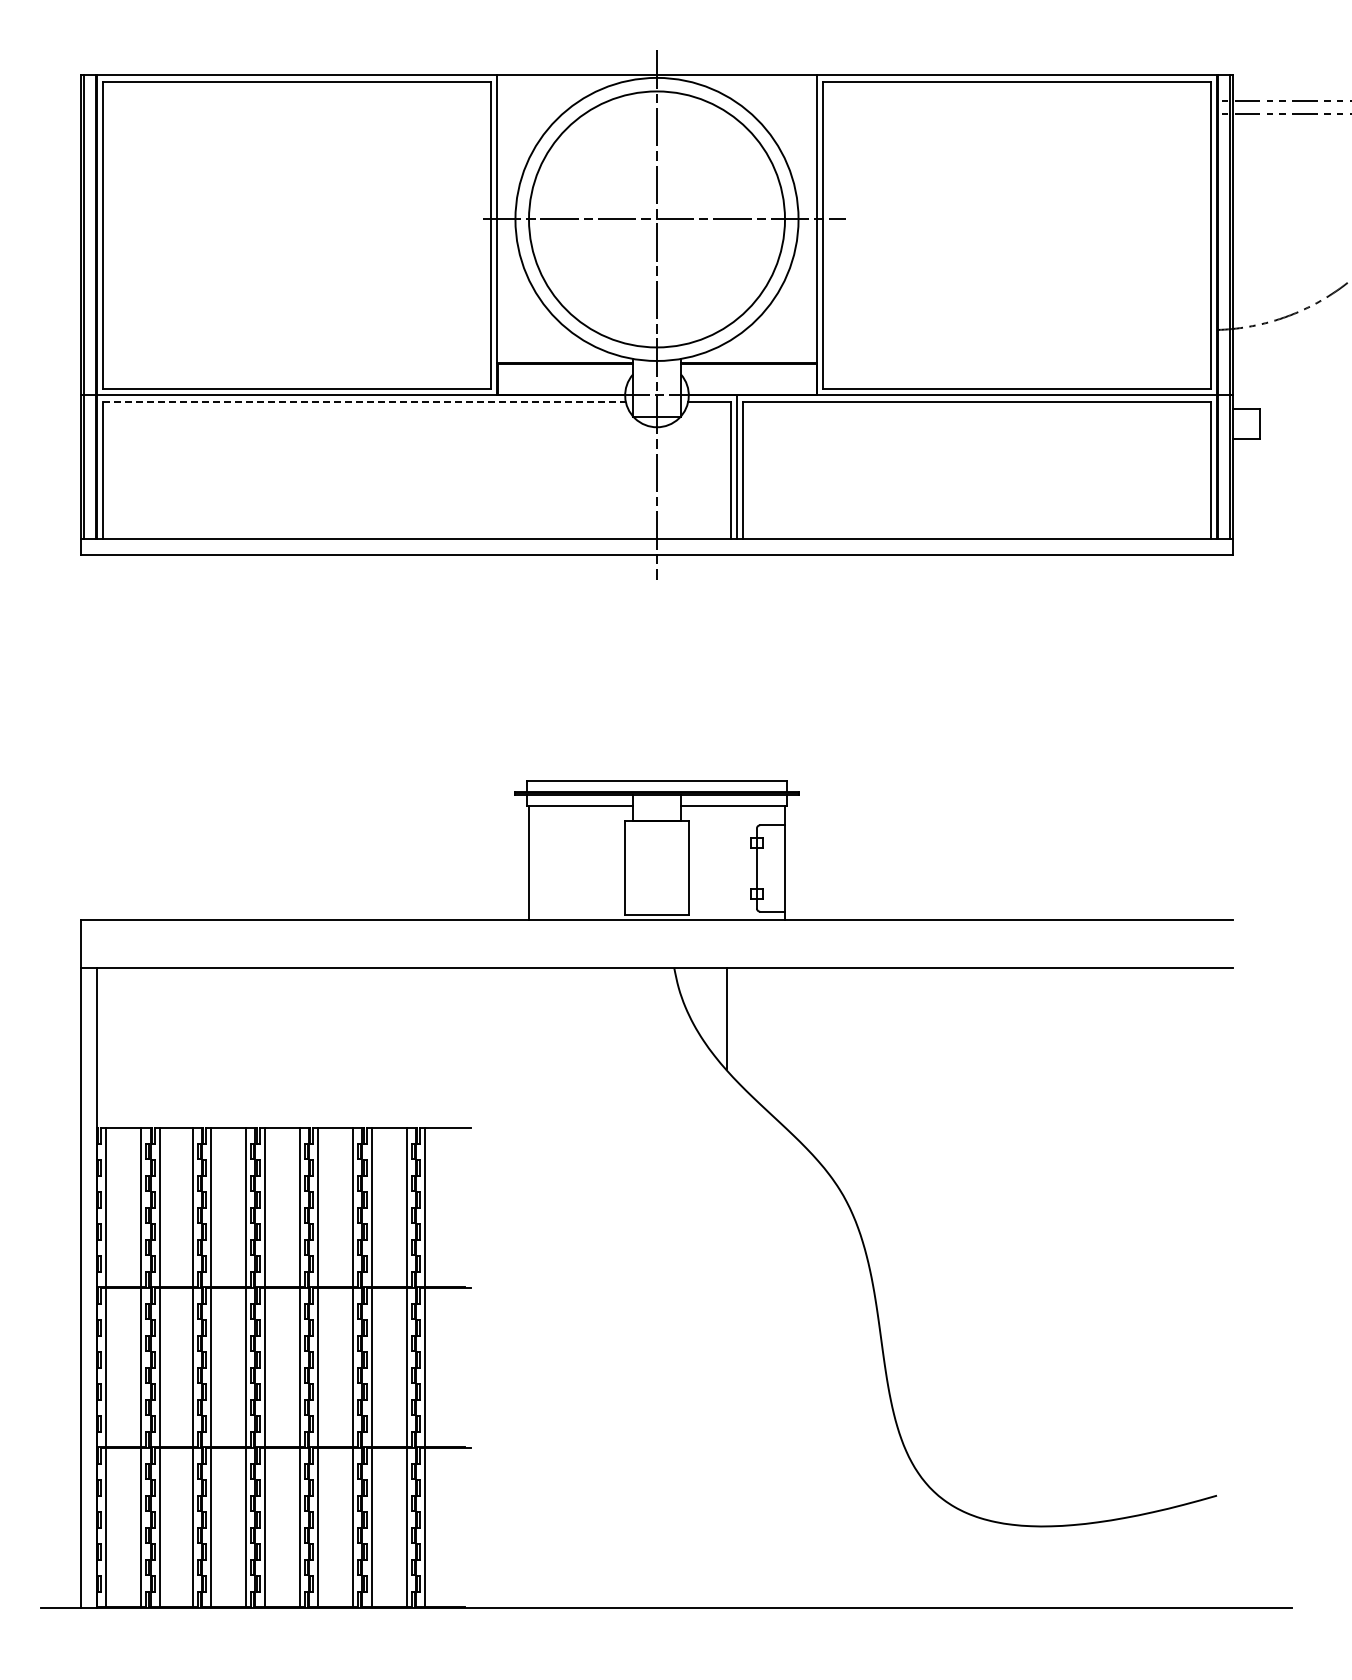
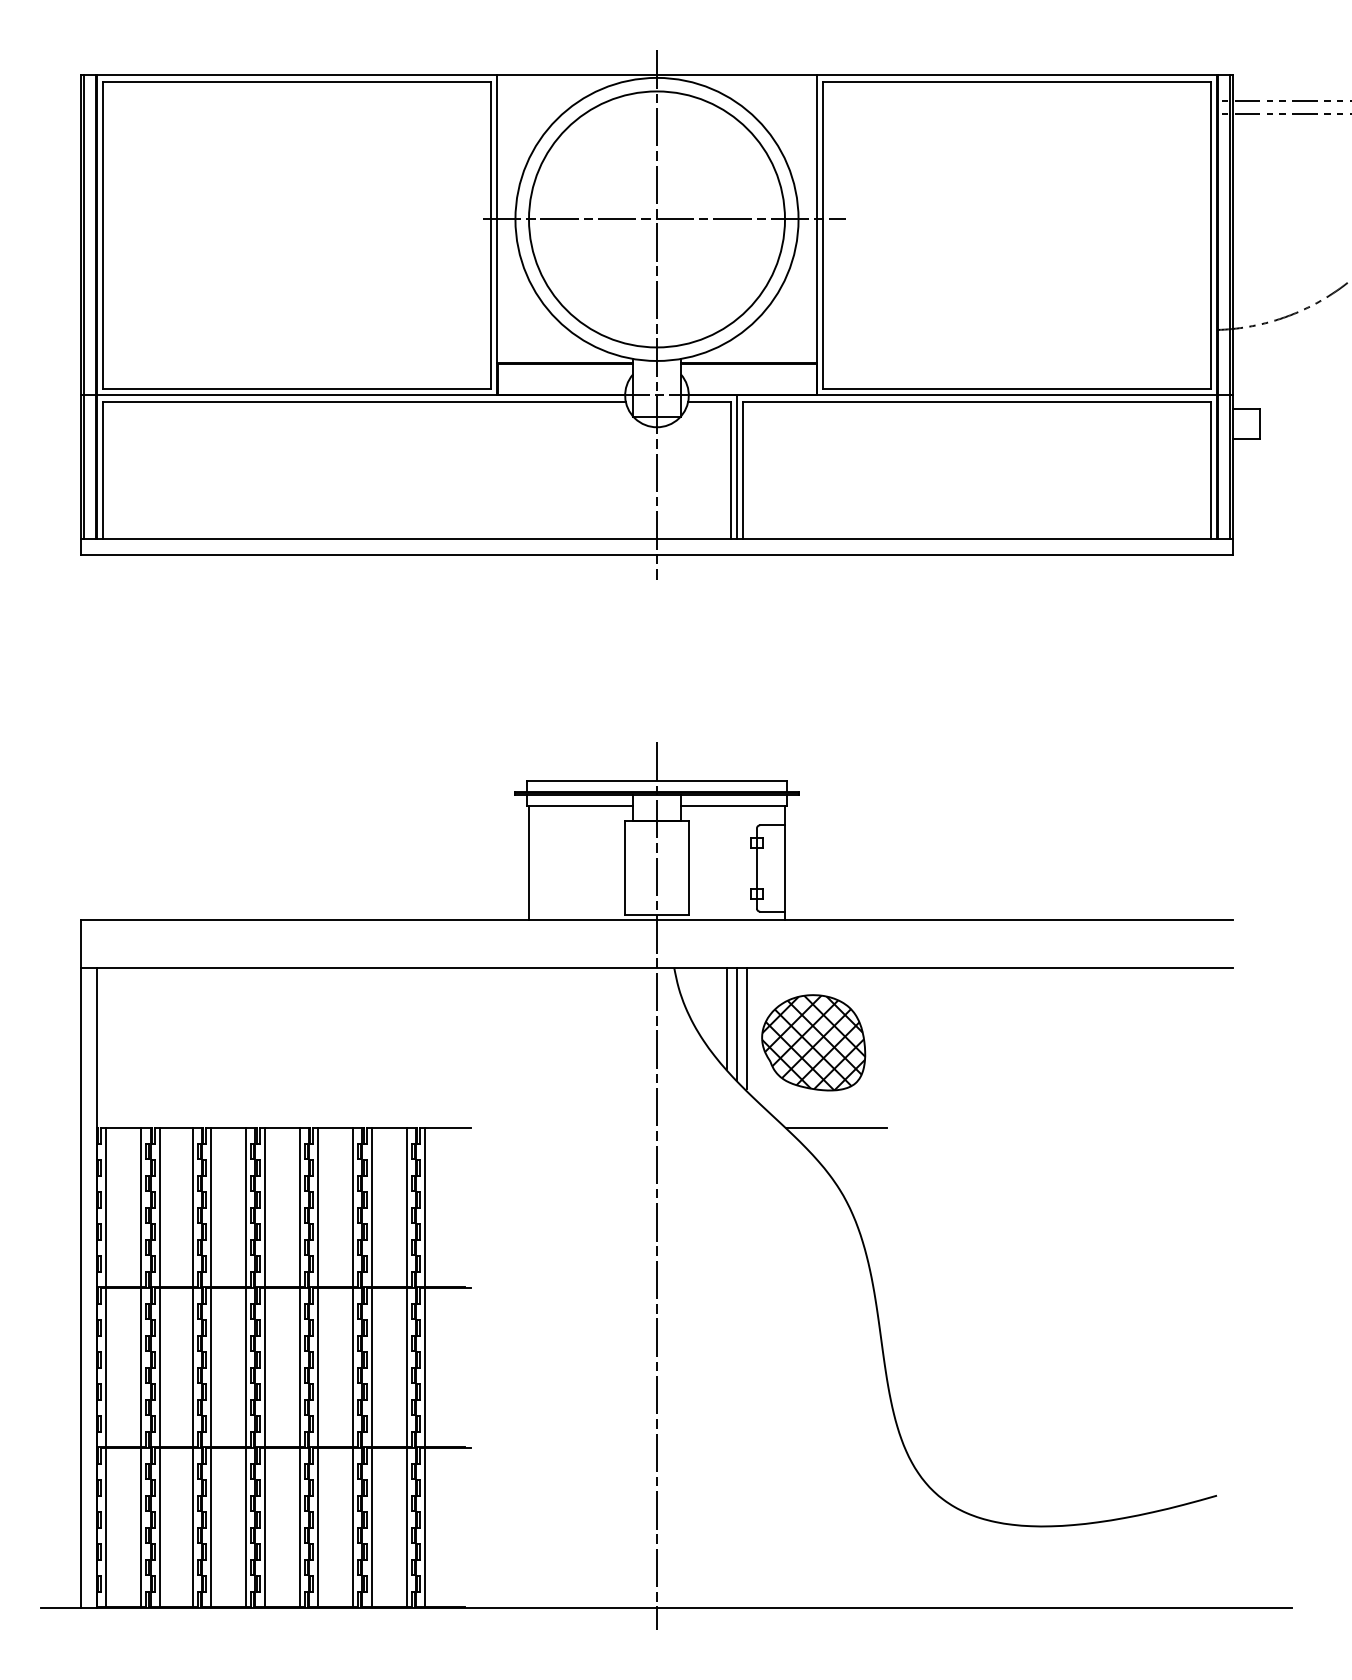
line at (365, 401): dashed -> solid
line at (737, 1023): none -> present
line at (746, 1028): none -> present
part at (813, 1042): none -> present
line at (836, 1127): none -> present
line at (657, 1185): none -> present
